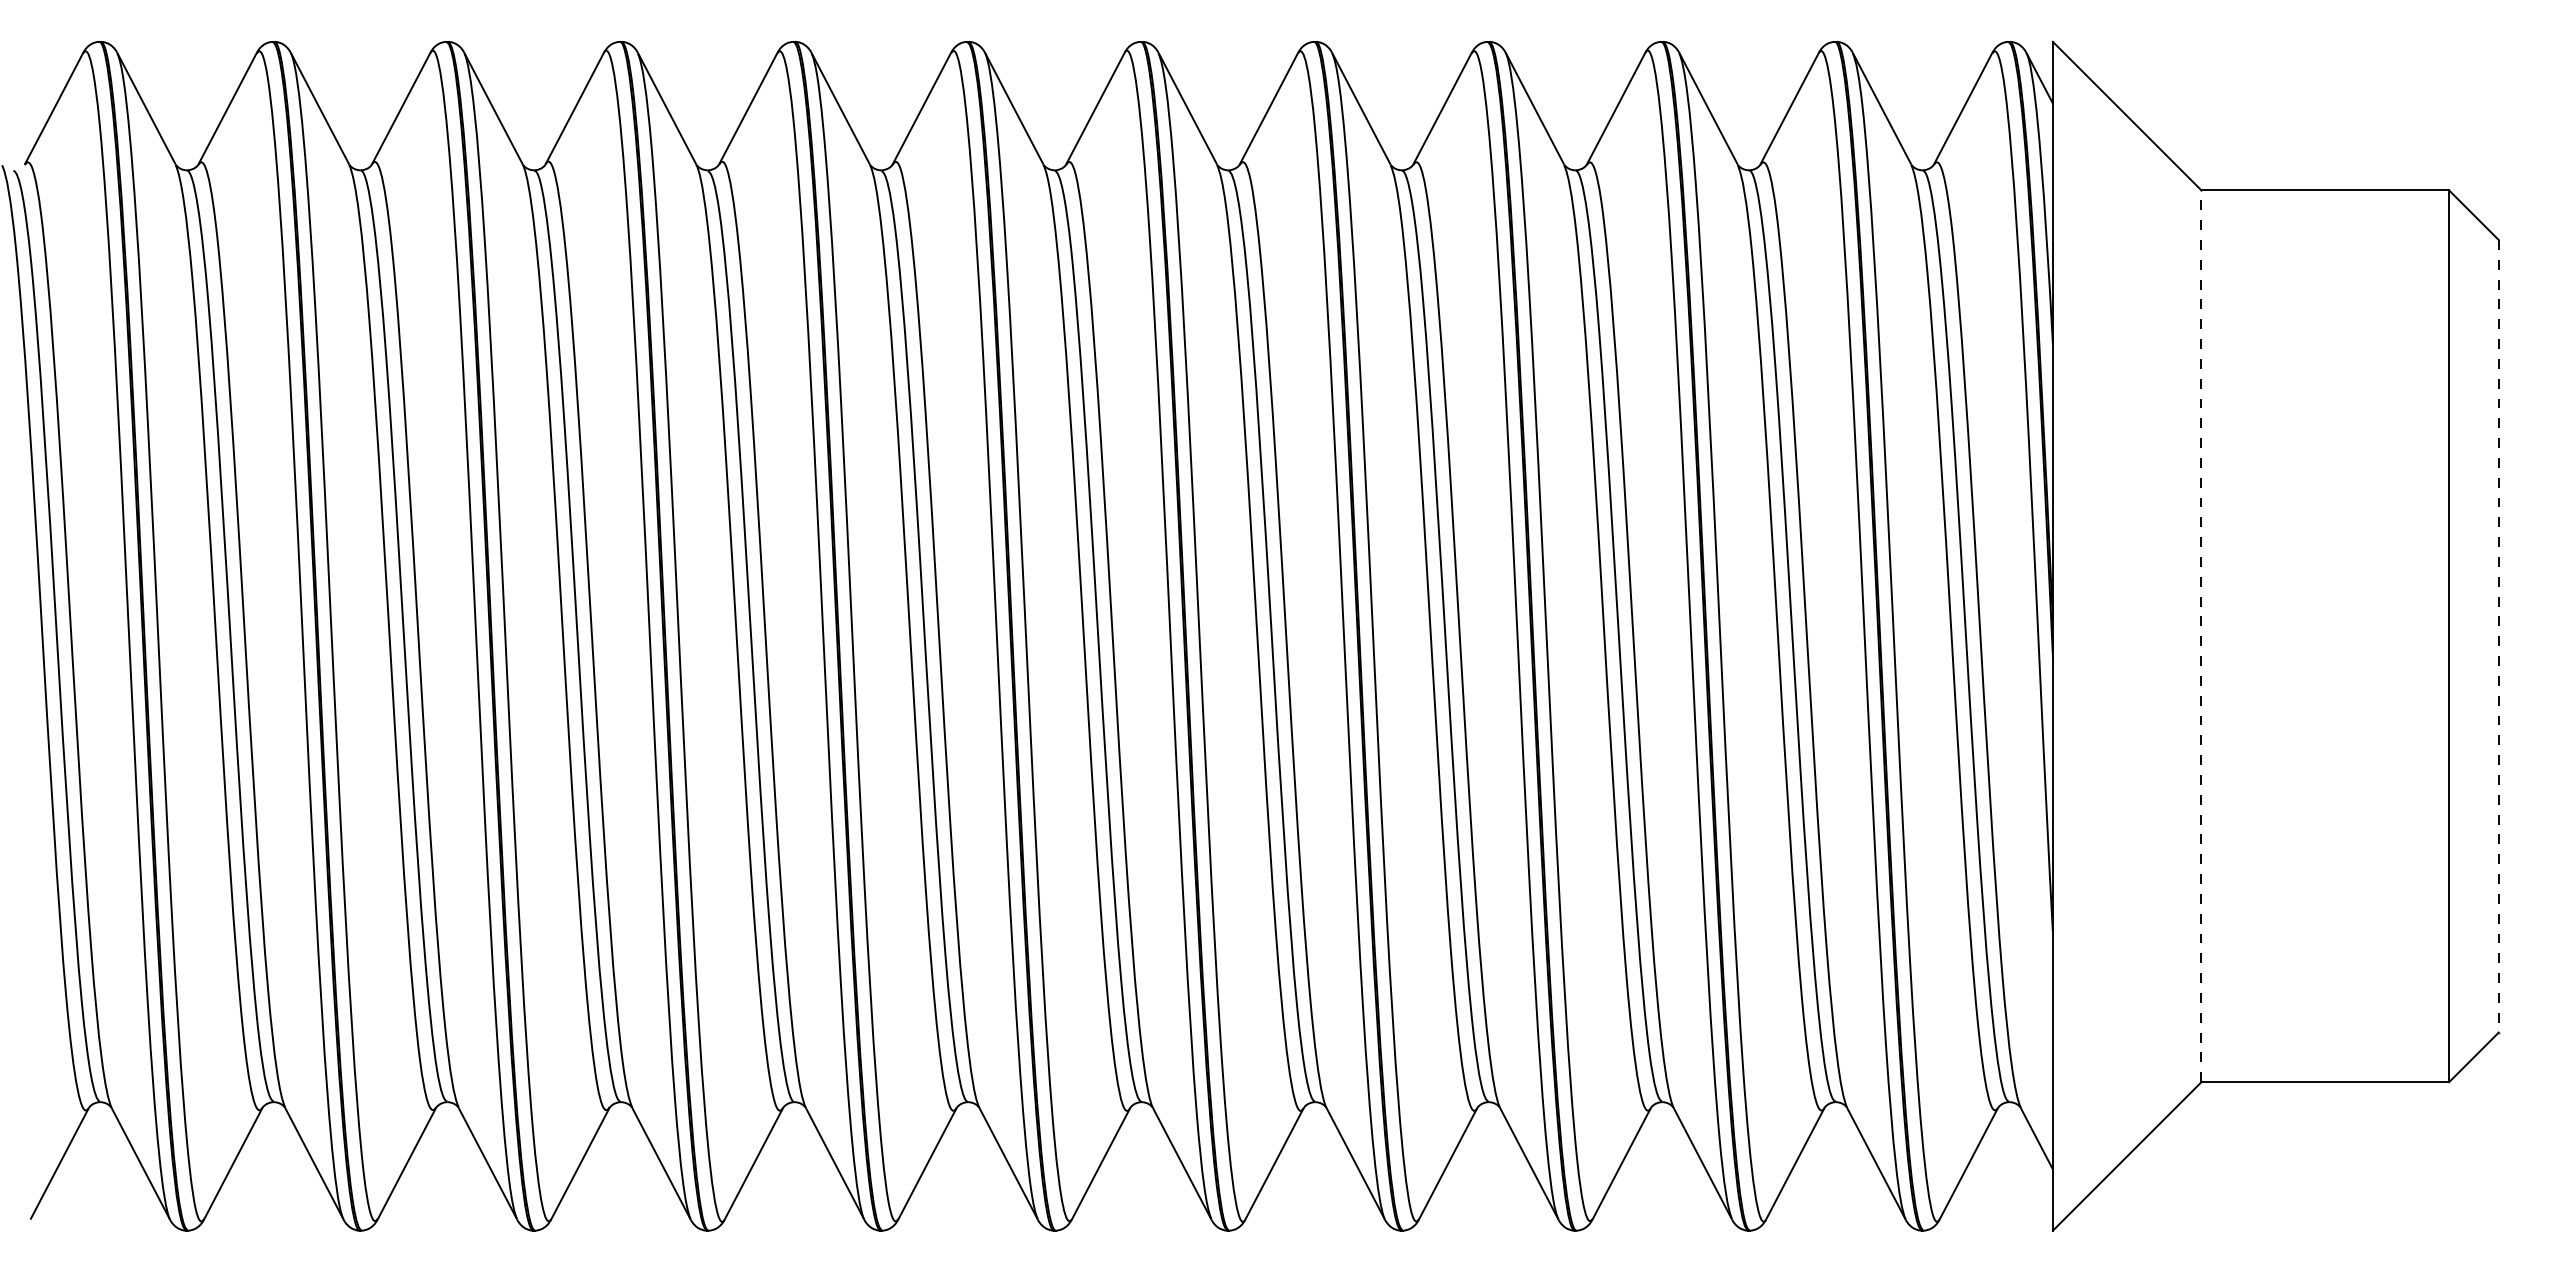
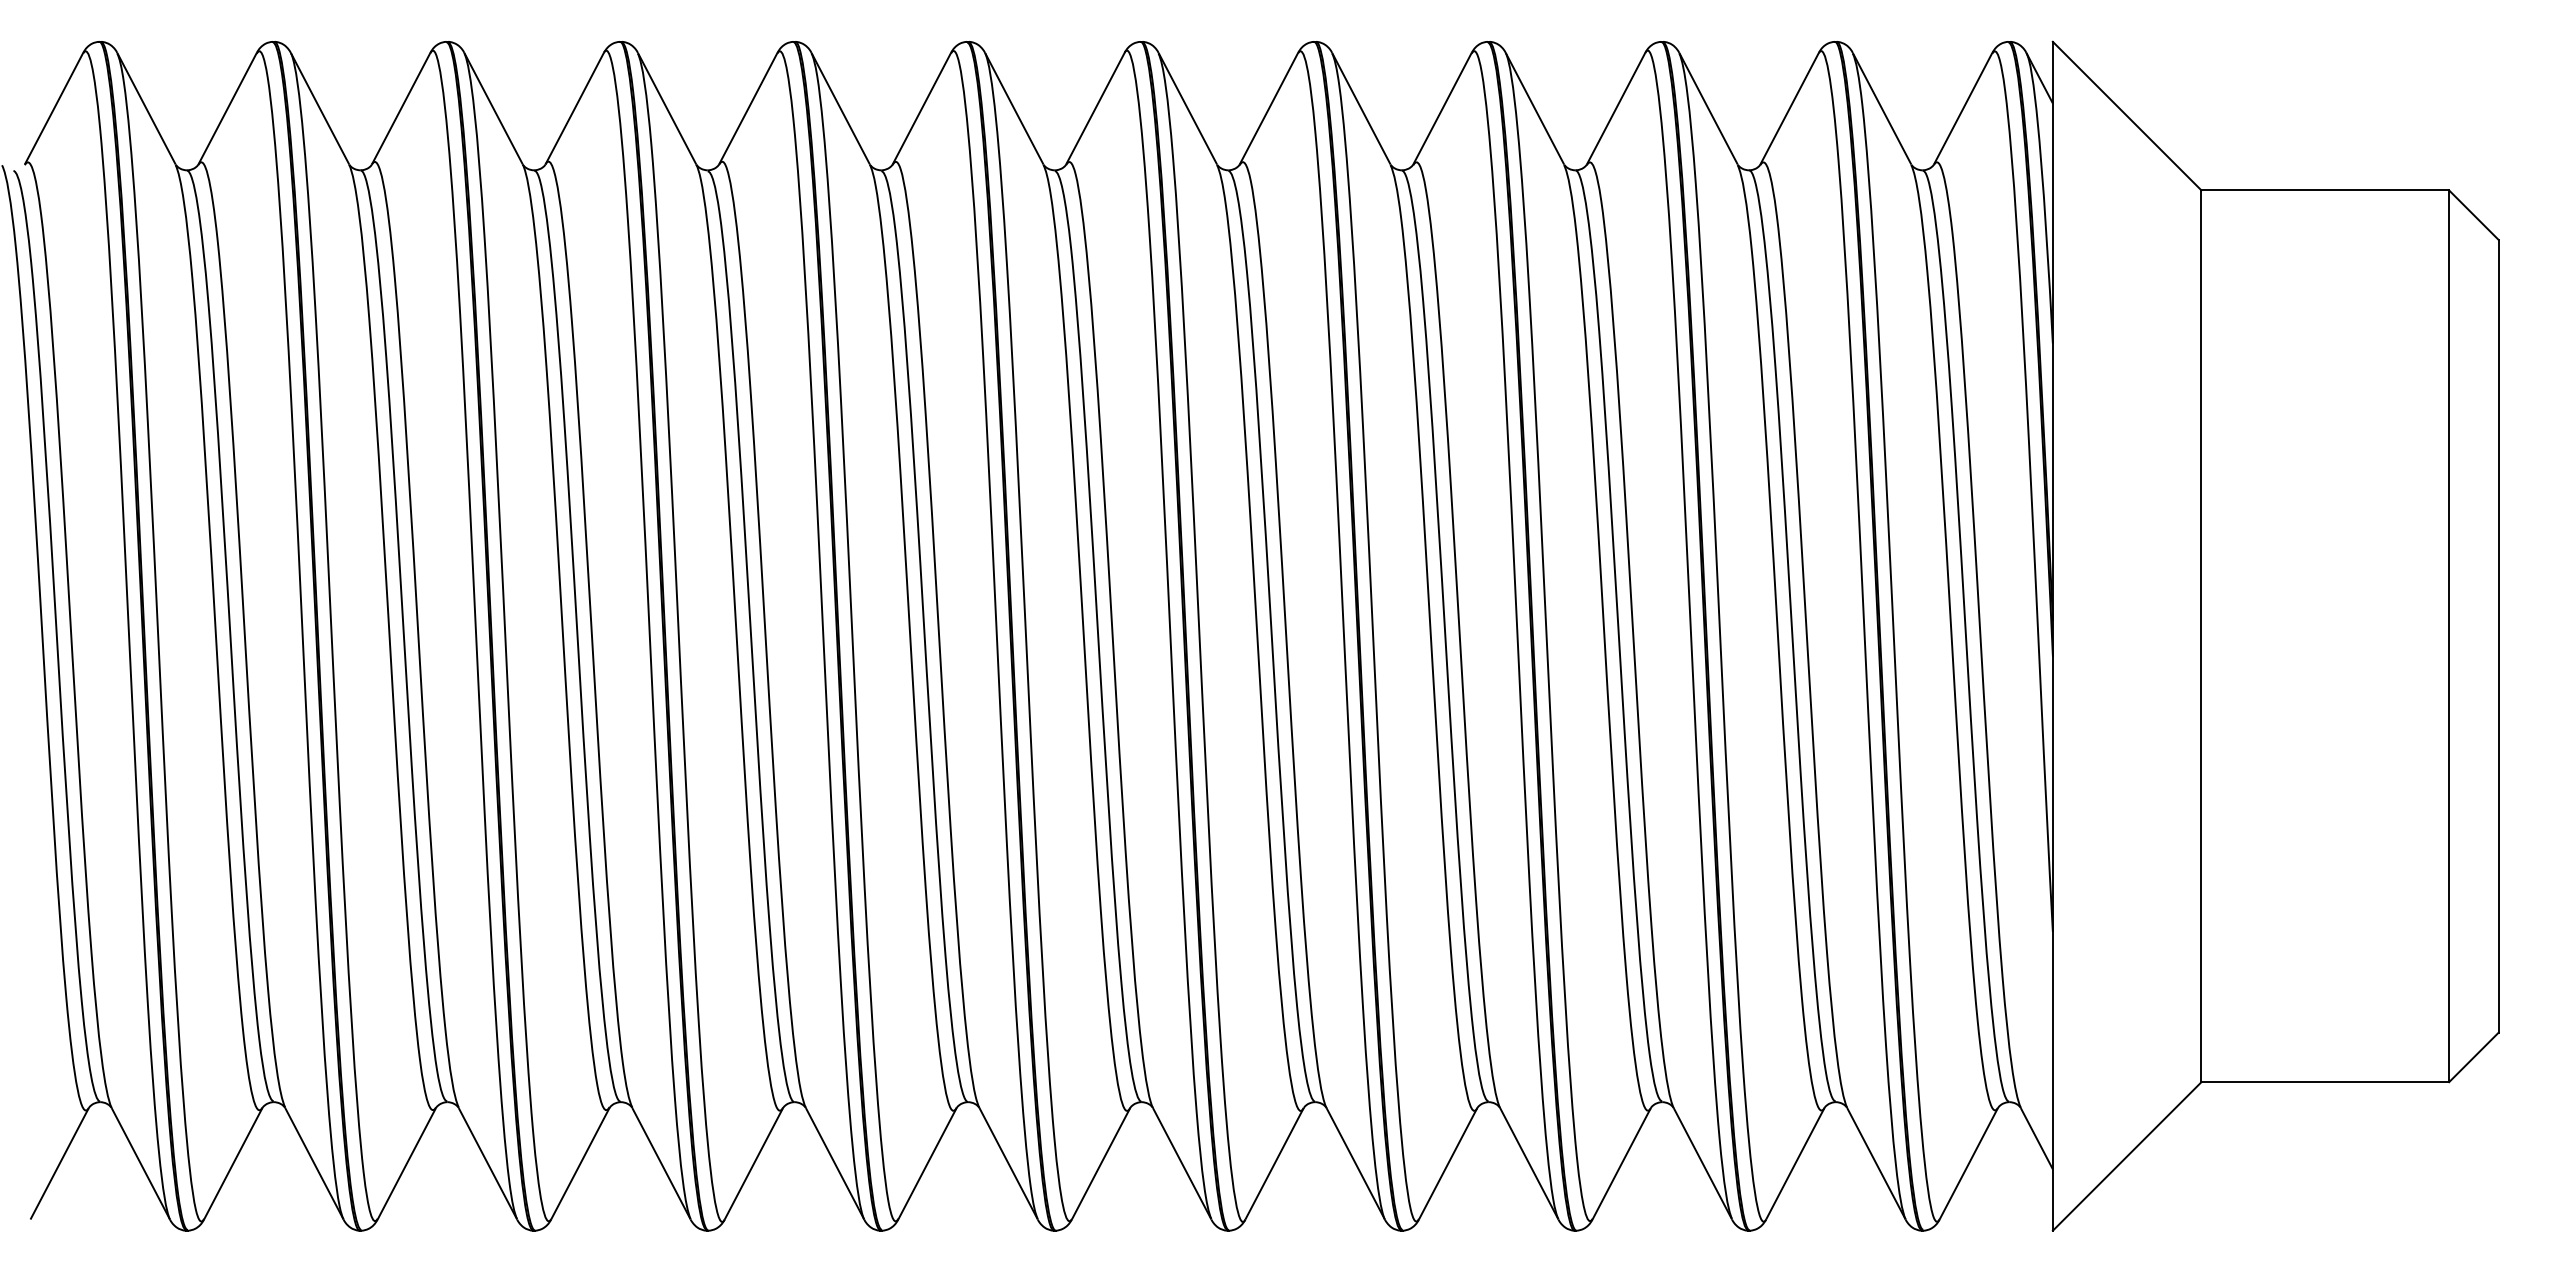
line at (2201, 636): dashed -> solid
line at (2498, 636): dashed -> solid
